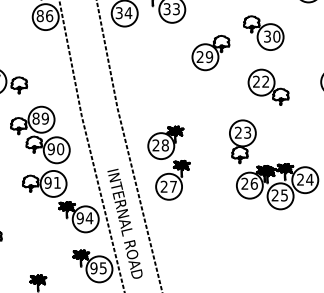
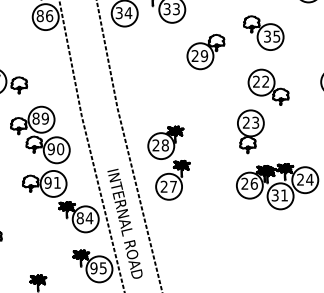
text at (276, 36): 30 -> 35
part at (210, 53) position: (210, 53) -> (205, 52)
part at (242, 141) position: (242, 141) -> (250, 131)
text at (279, 195): 25 -> 31
text at (79, 218): 94 -> 84
